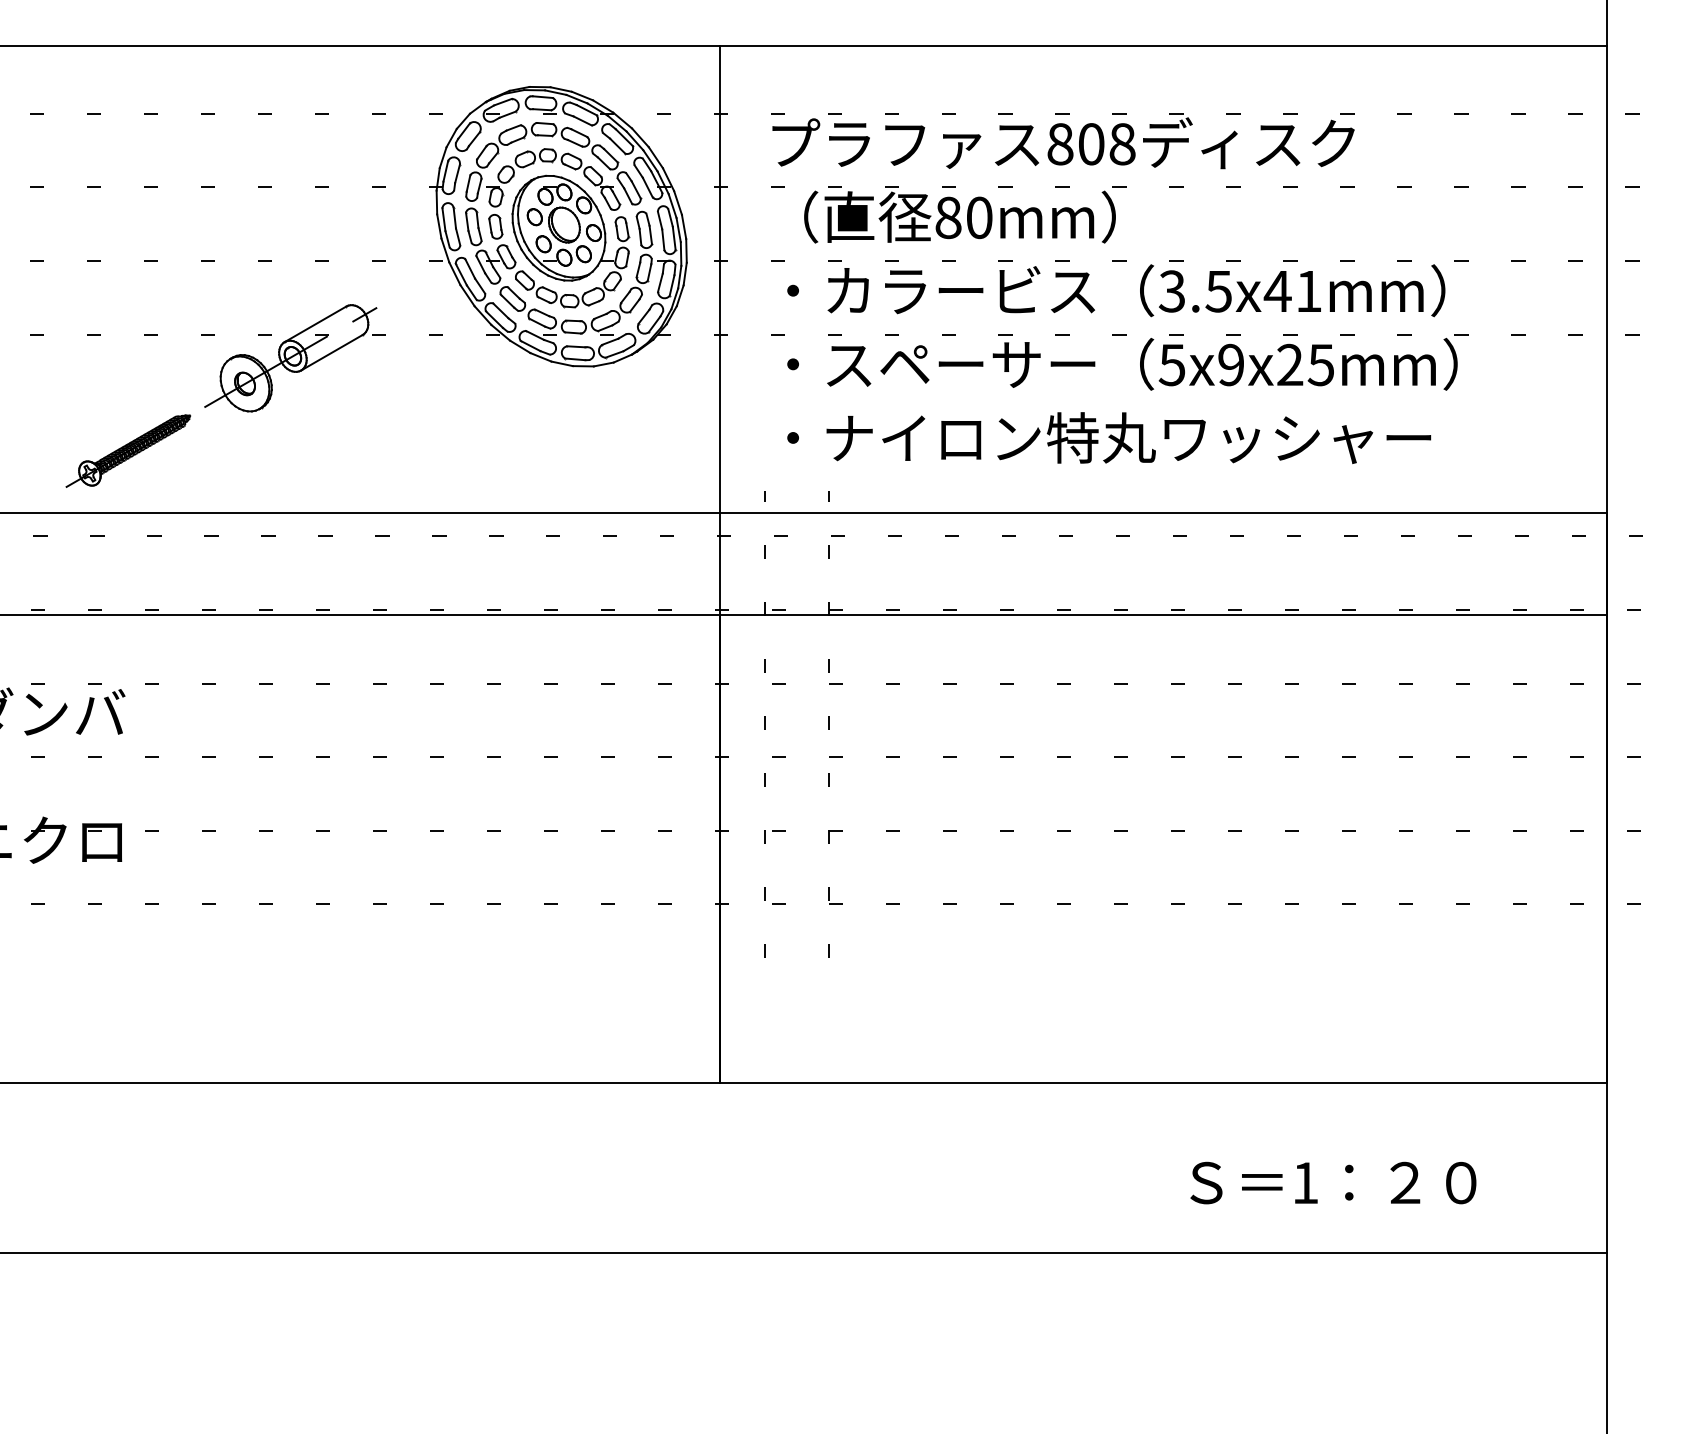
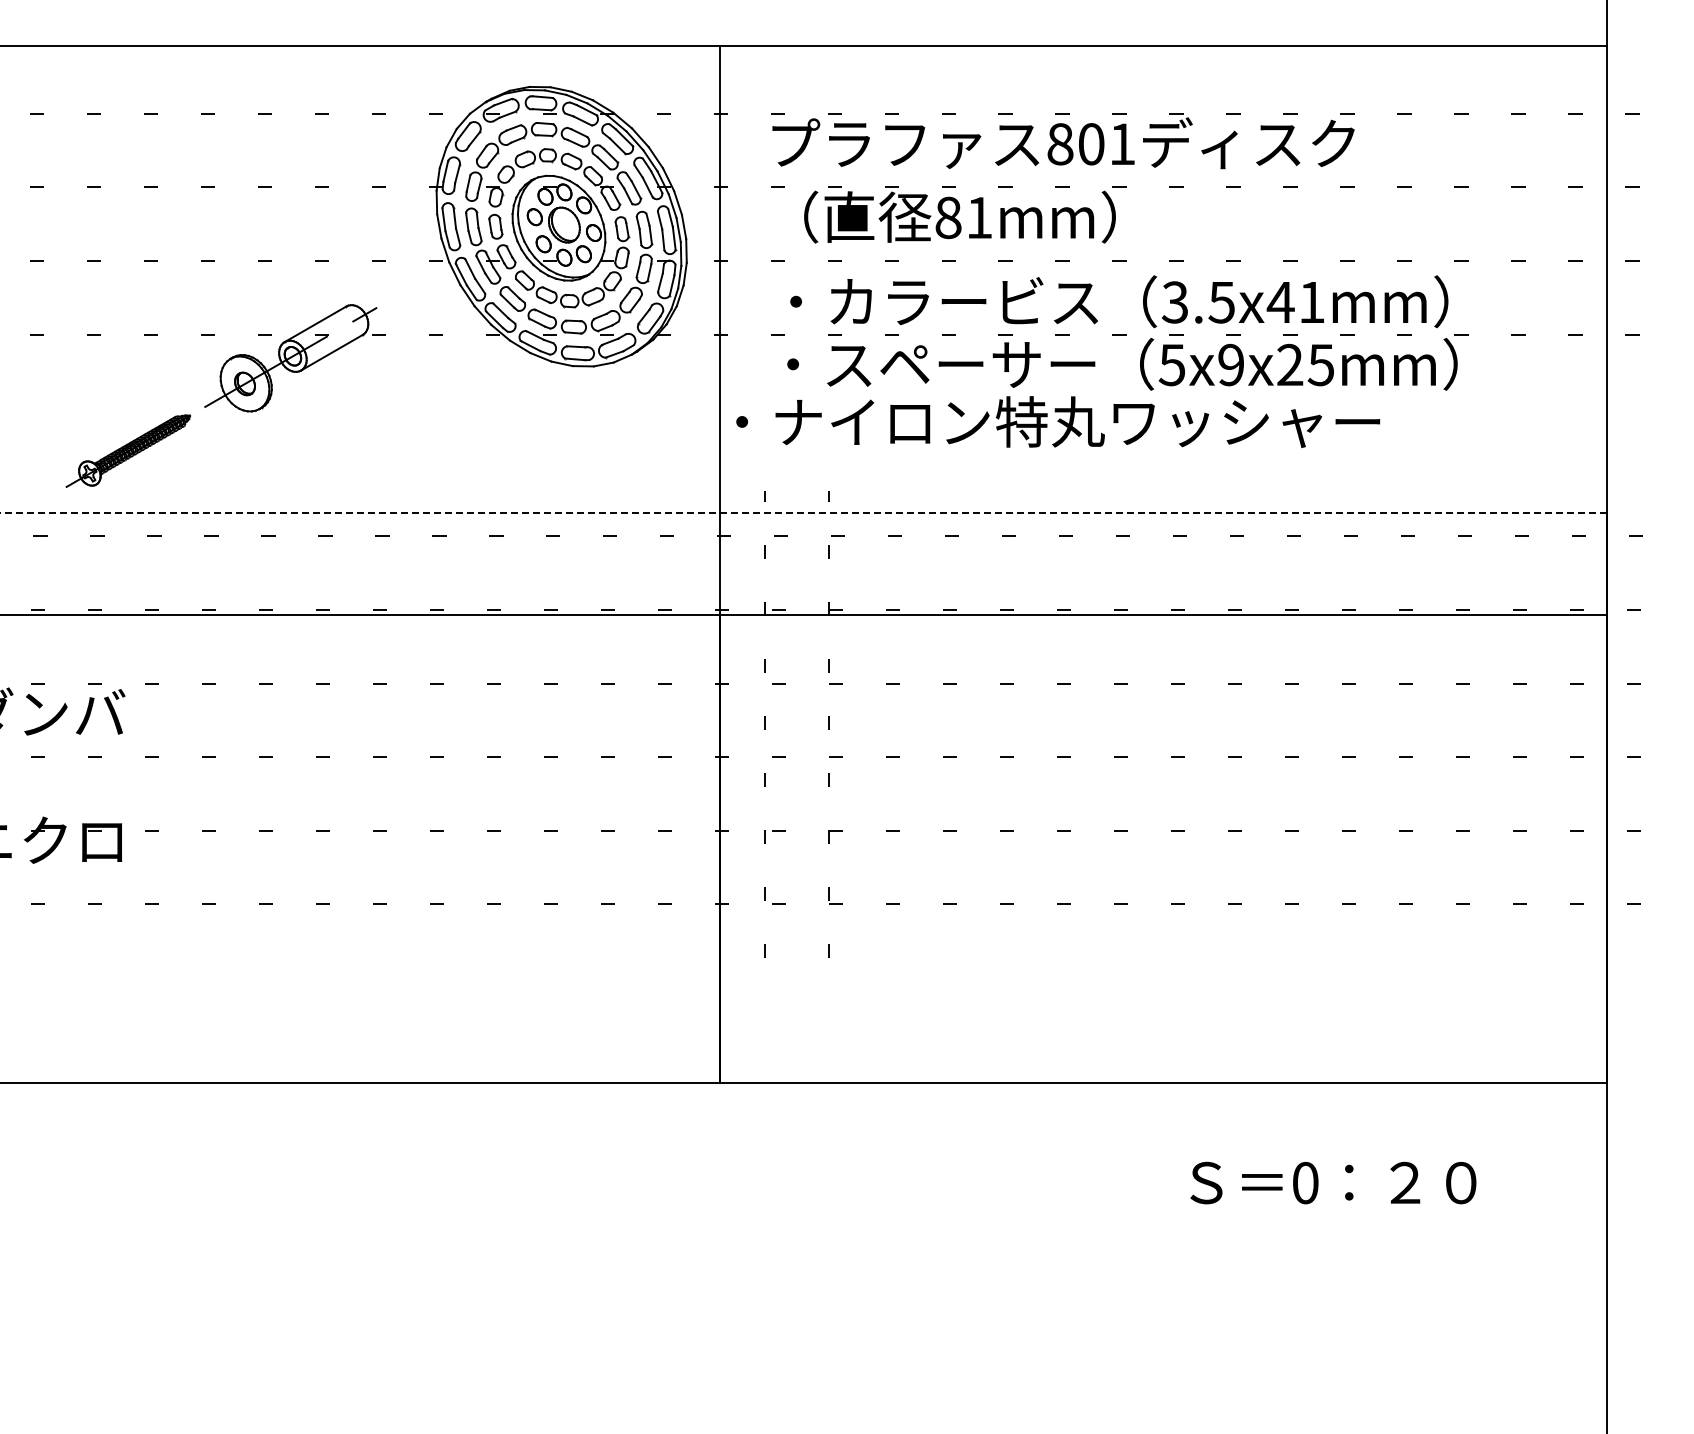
text at (1122, 144): 808 -> 801
text at (979, 217): 80mm -> 81mm
text at (1116, 290) position: (1116, 290) -> (1119, 301)
text at (1109, 437) position: (1109, 437) -> (1058, 421)
line at (803, 512): solid -> dashed
text at (1305, 1182): 1 -> 0
line at (804, 1253): present -> none
